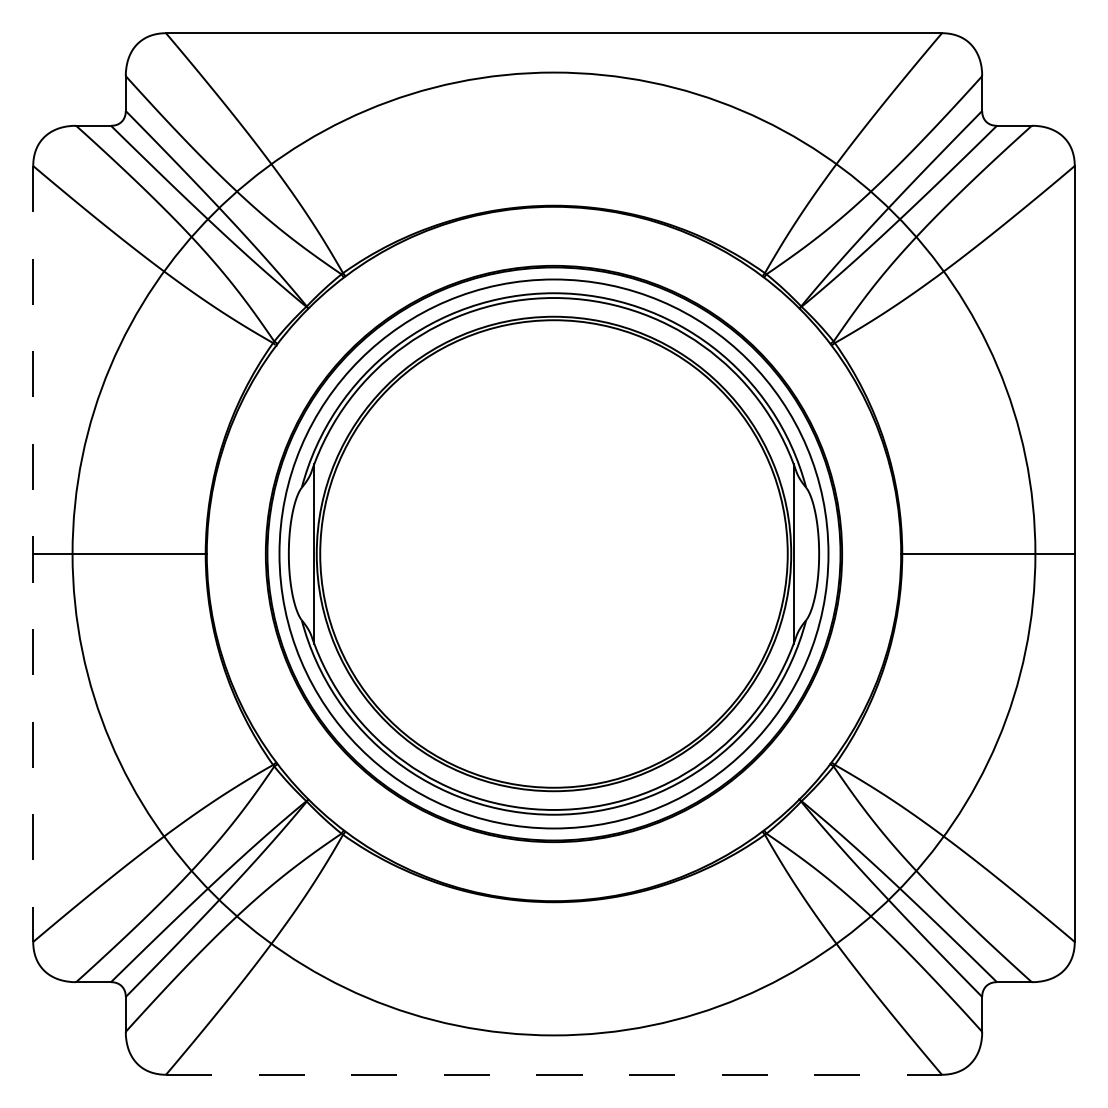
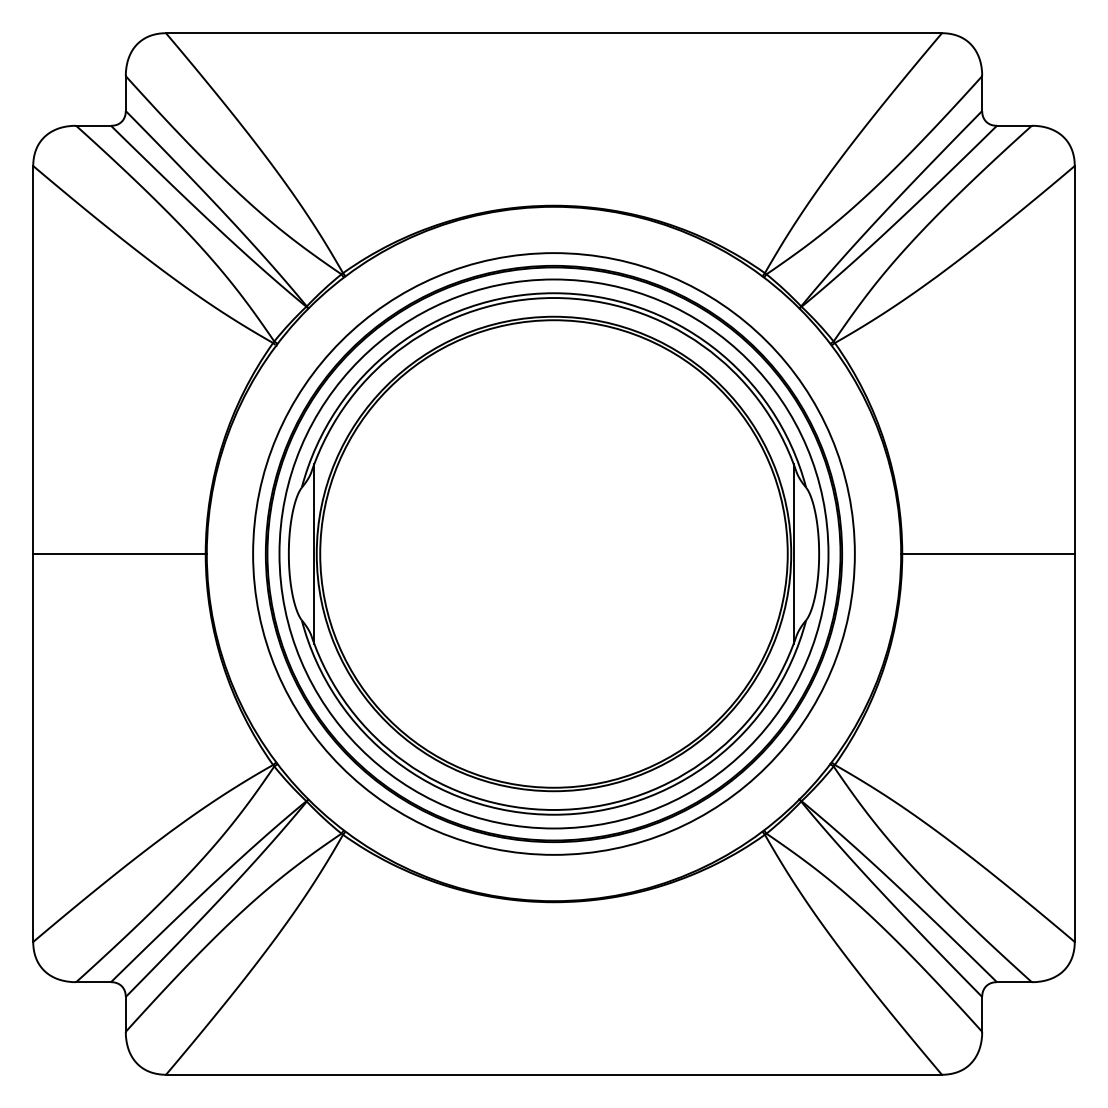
circle at (553, 553) diameter: 963 px -> 602 px
line at (33, 554): dashed -> solid
line at (553, 1074): dashed -> solid
